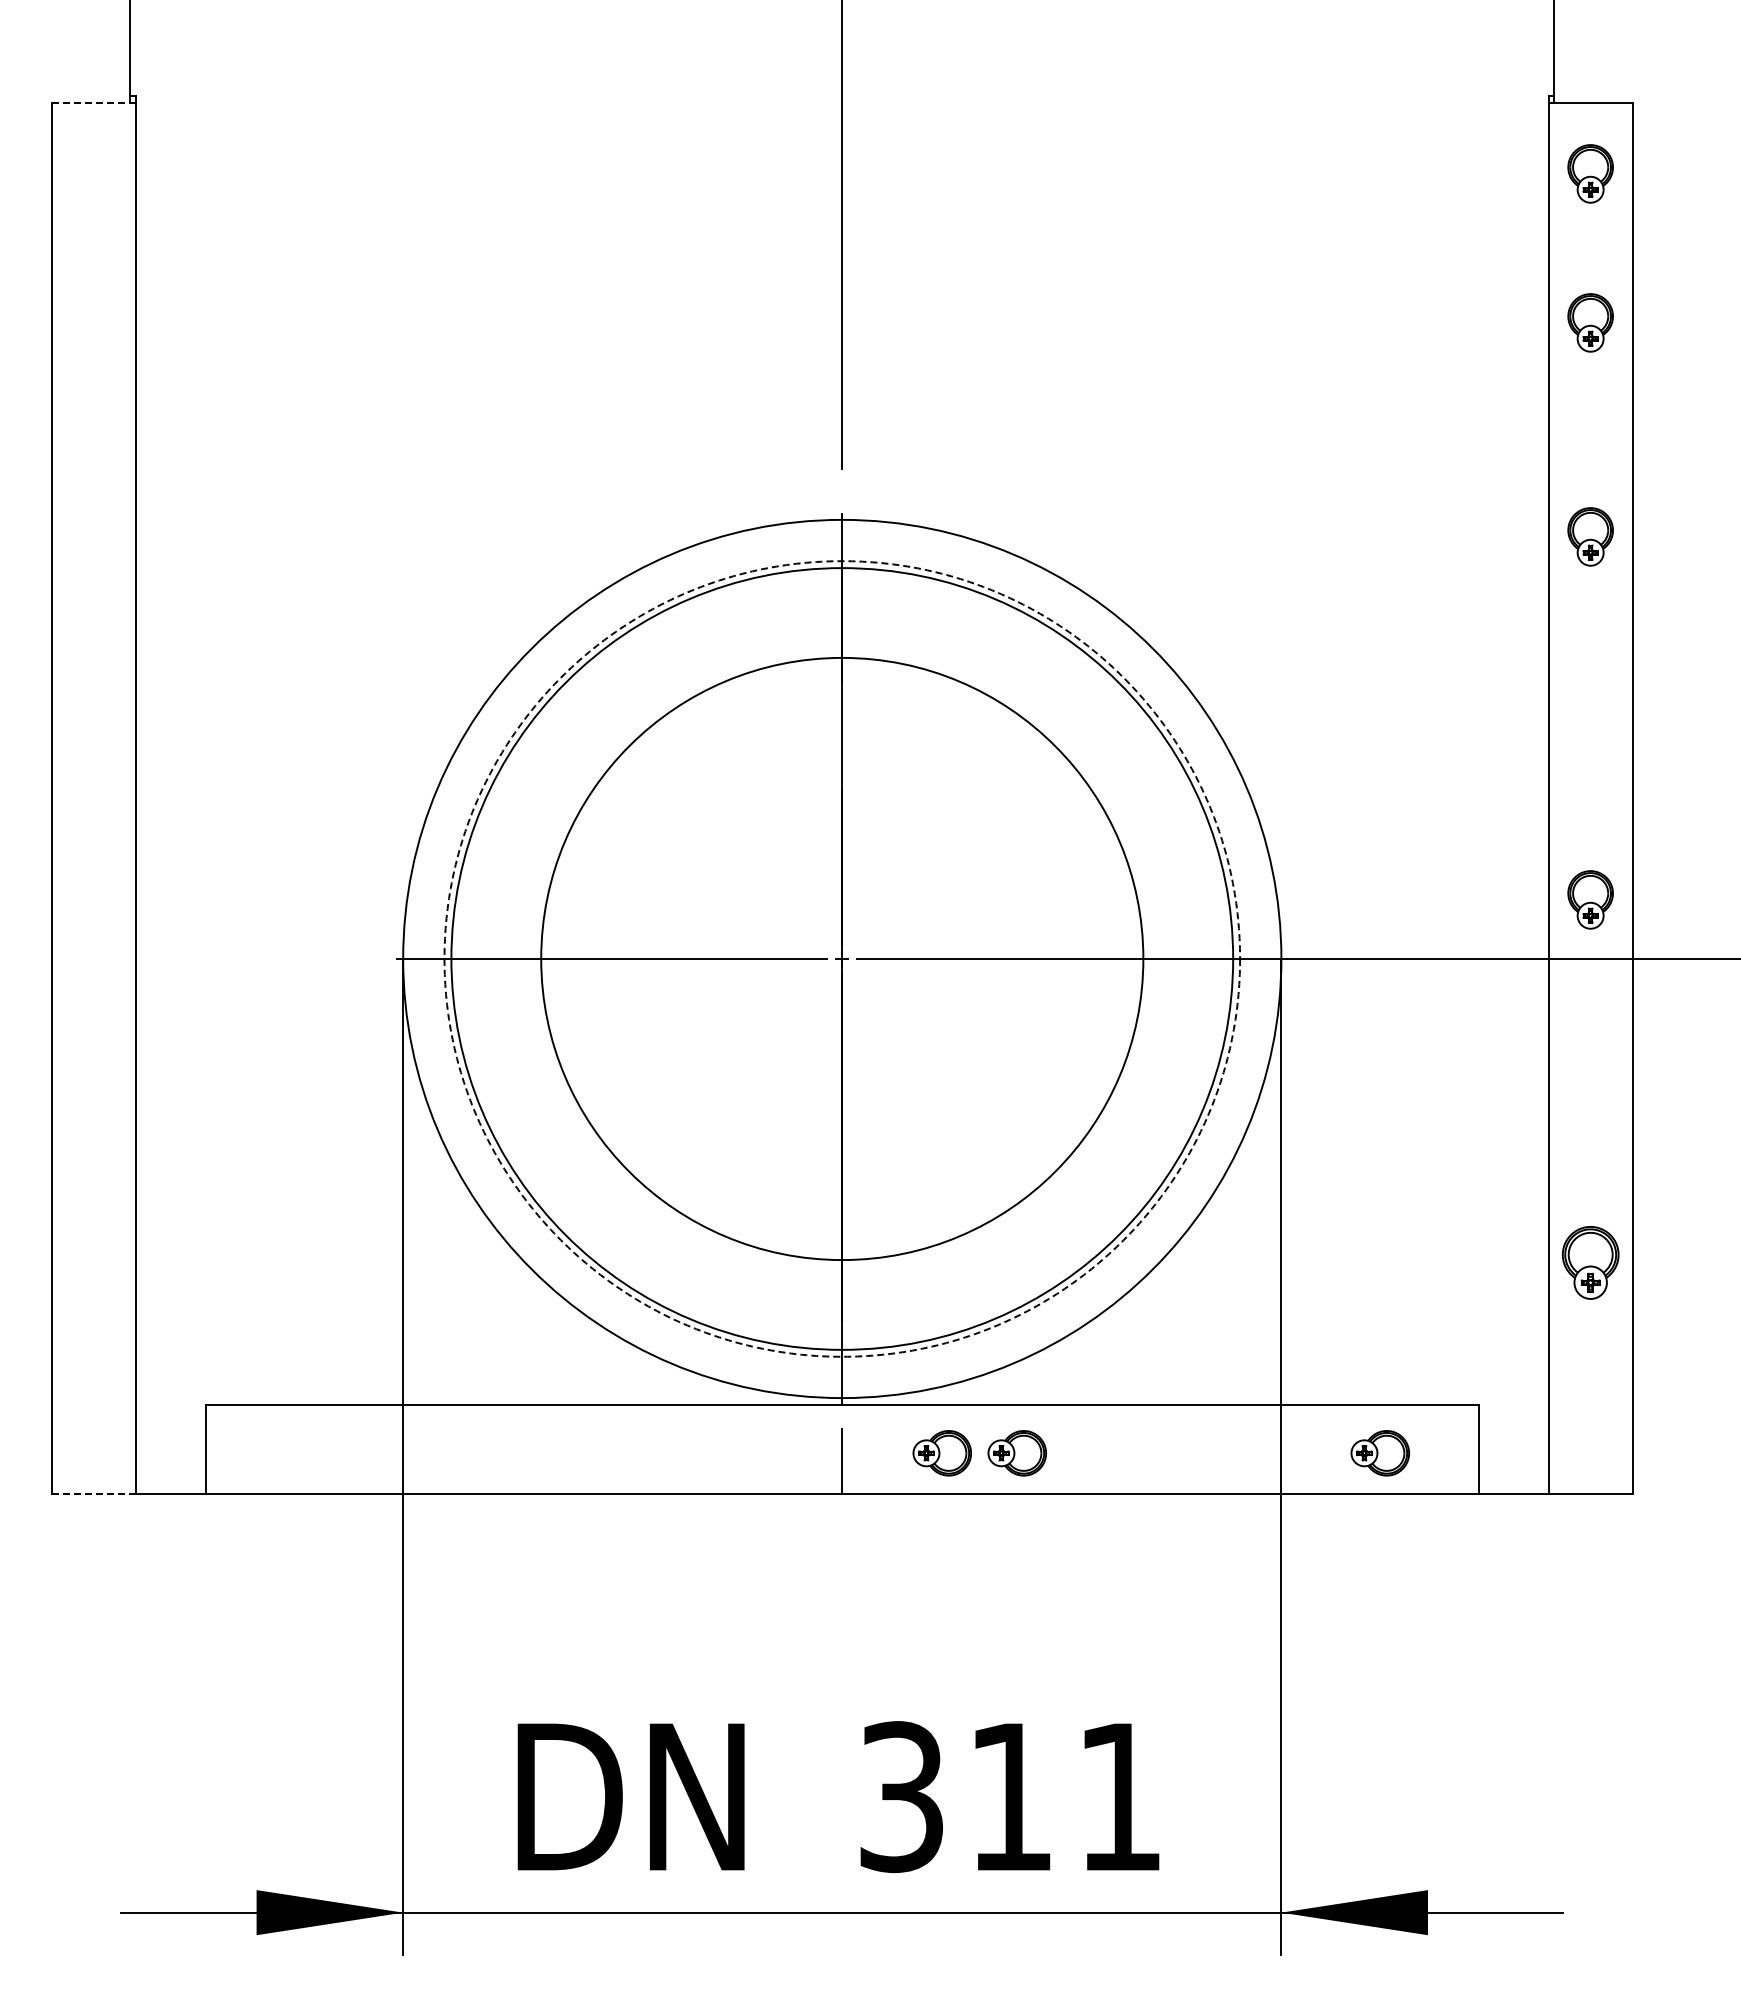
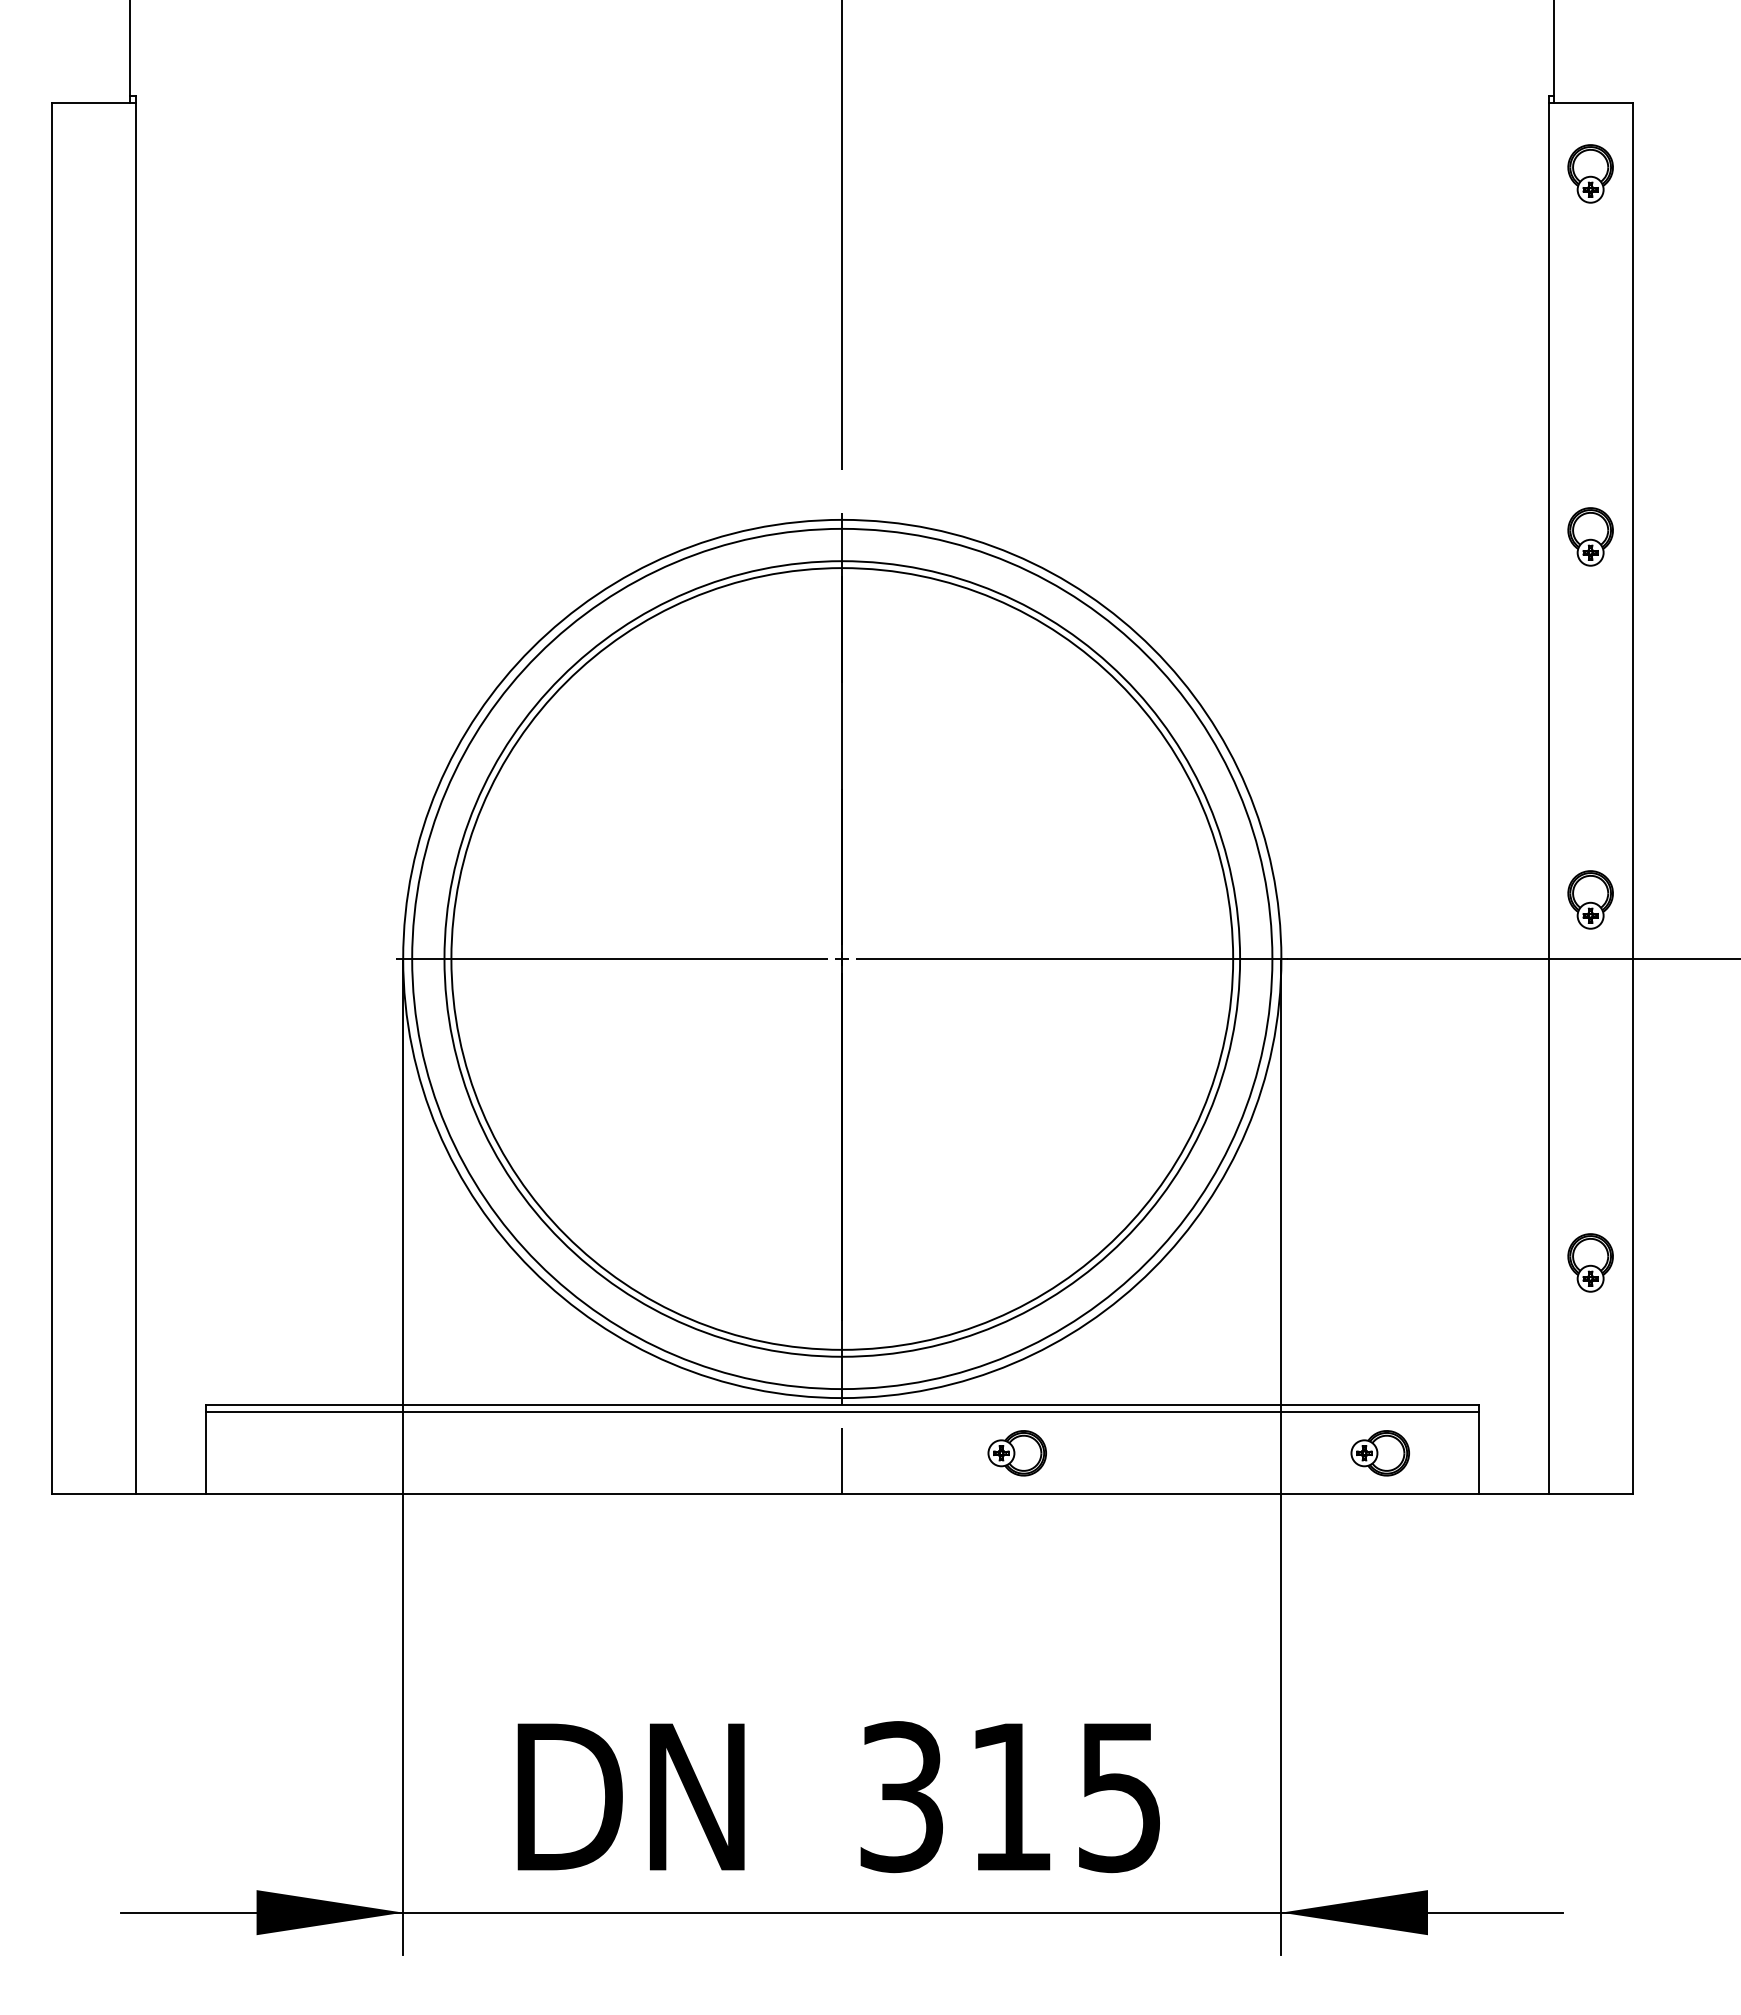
line at (91, 103): dashed -> solid
part at (1590, 322): present -> none
circle at (842, 958) diameter: 602 px -> 860 px
circle at (842, 958): dashed -> solid
part at (1590, 1262) size: 59x74 px -> 47x60 px
line at (841, 1412): none -> present
part at (941, 1453): present -> none
line at (93, 1493): dashed -> solid
text at (1119, 1798): 311 -> 315
